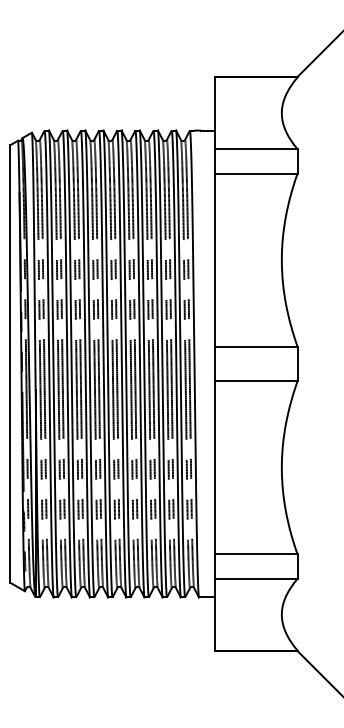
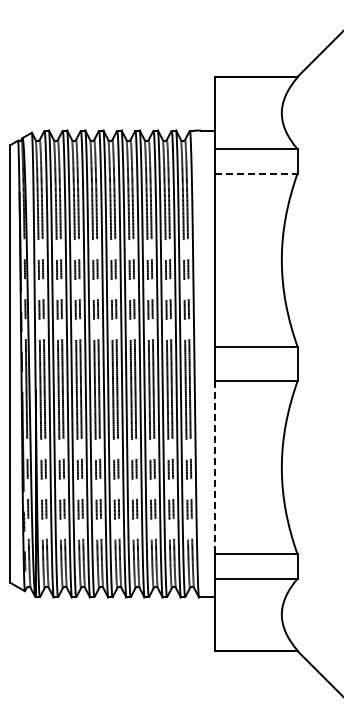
line at (256, 173): solid -> dashed
line at (214, 467): solid -> dashed
